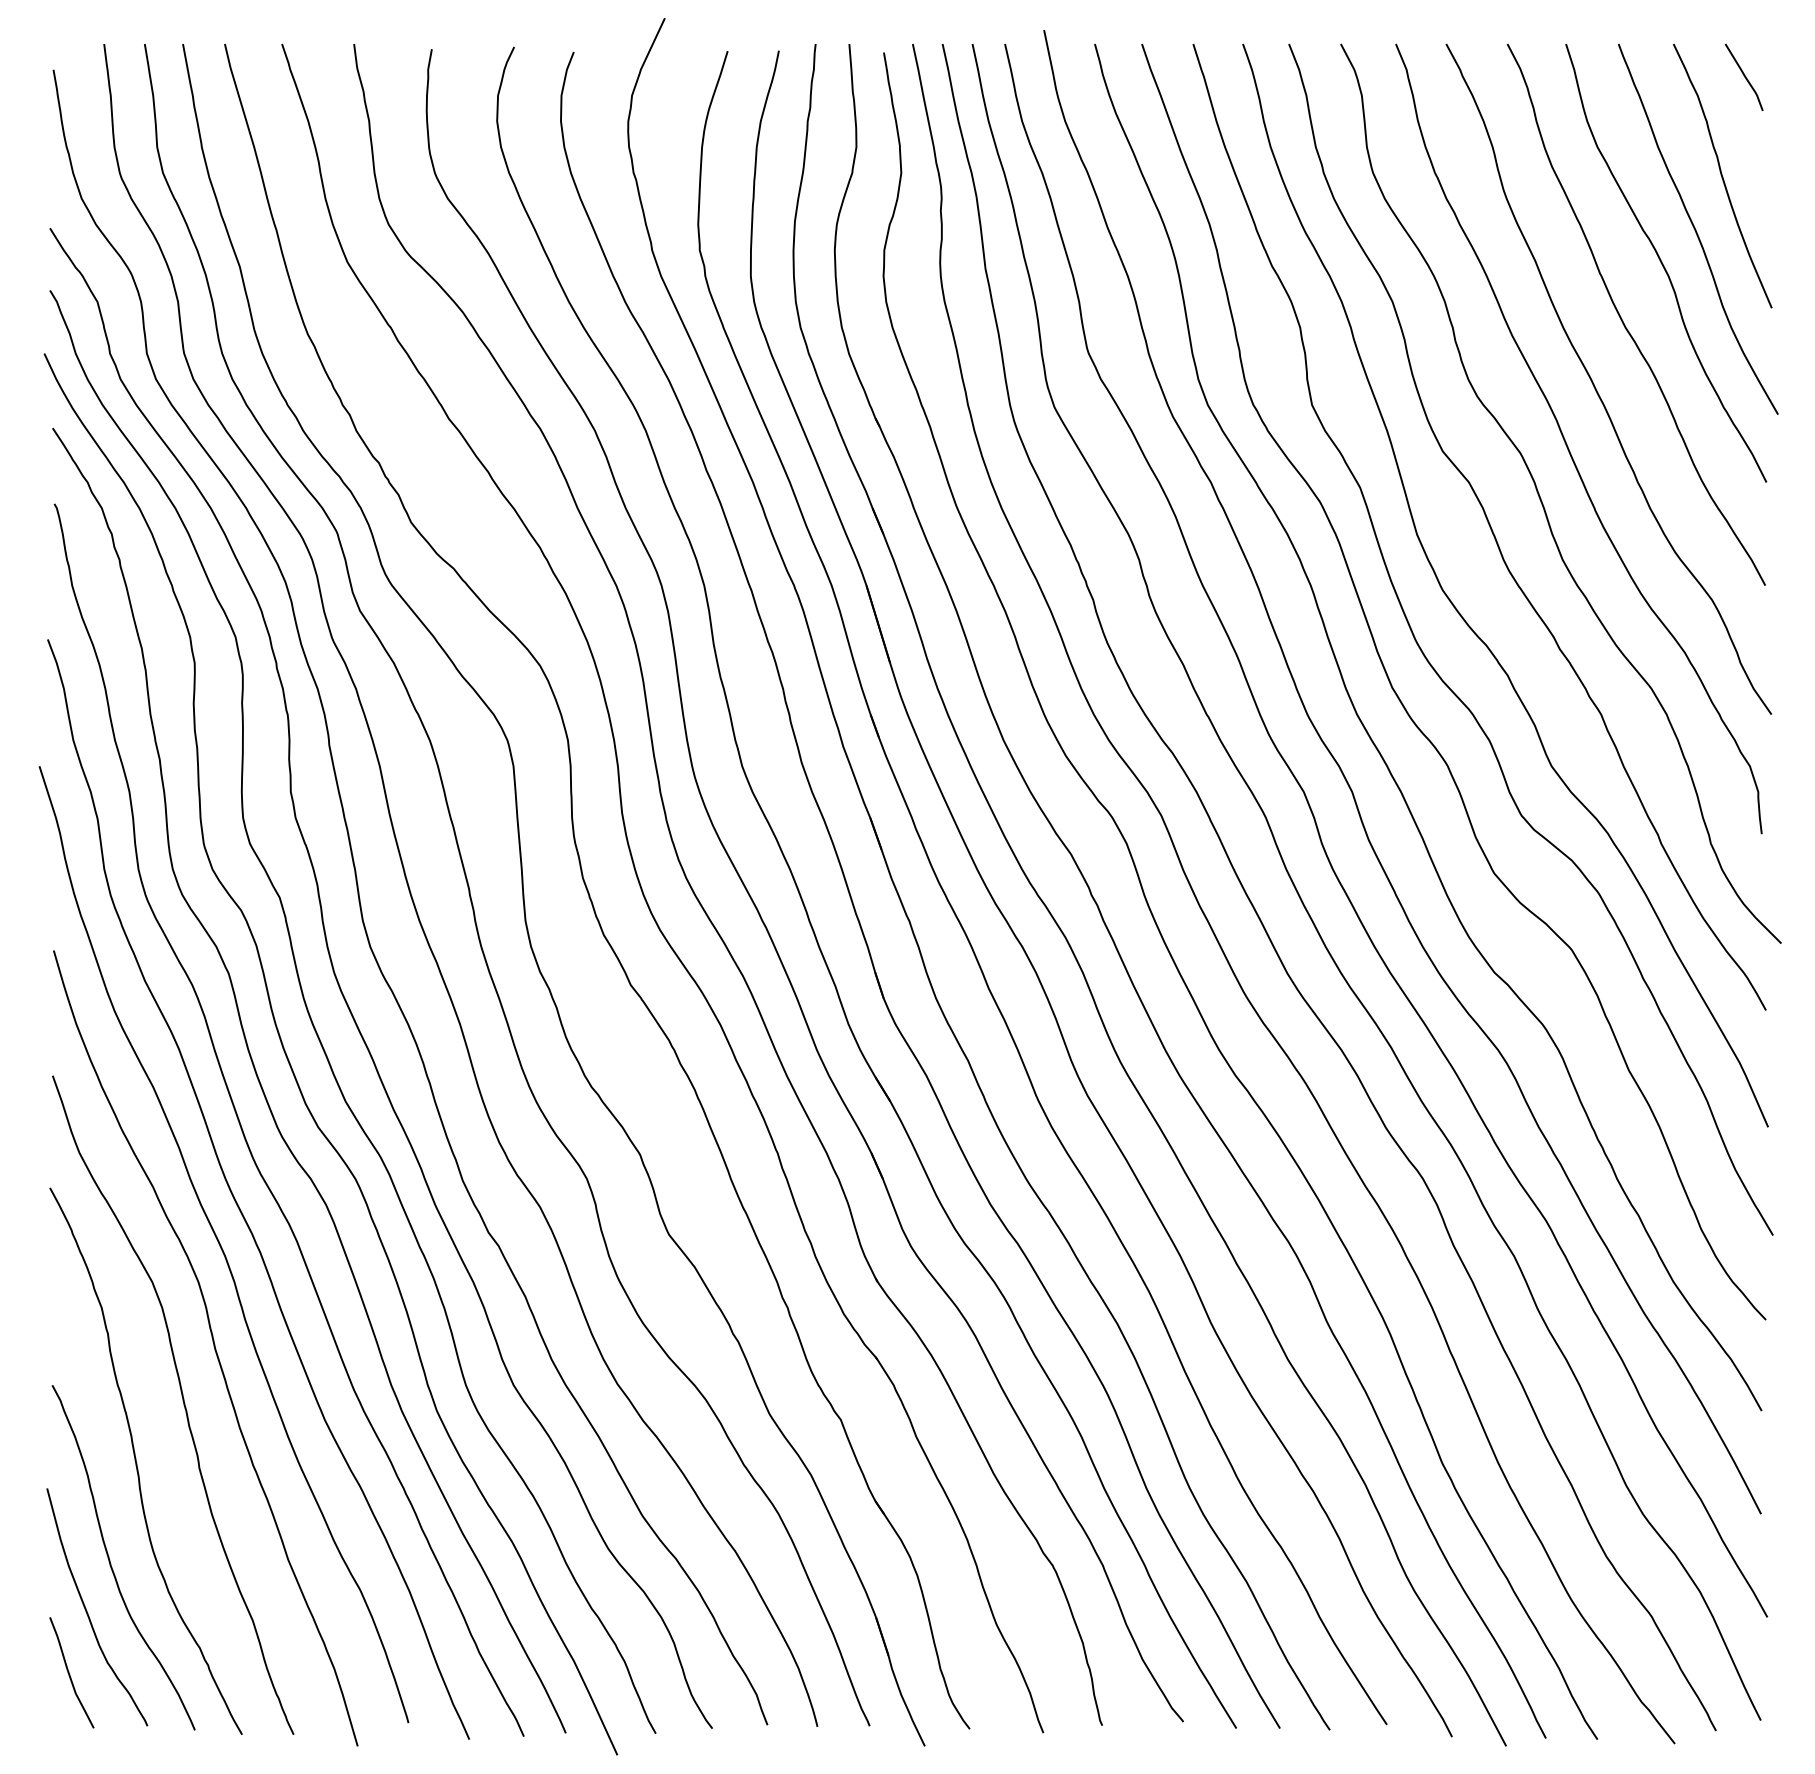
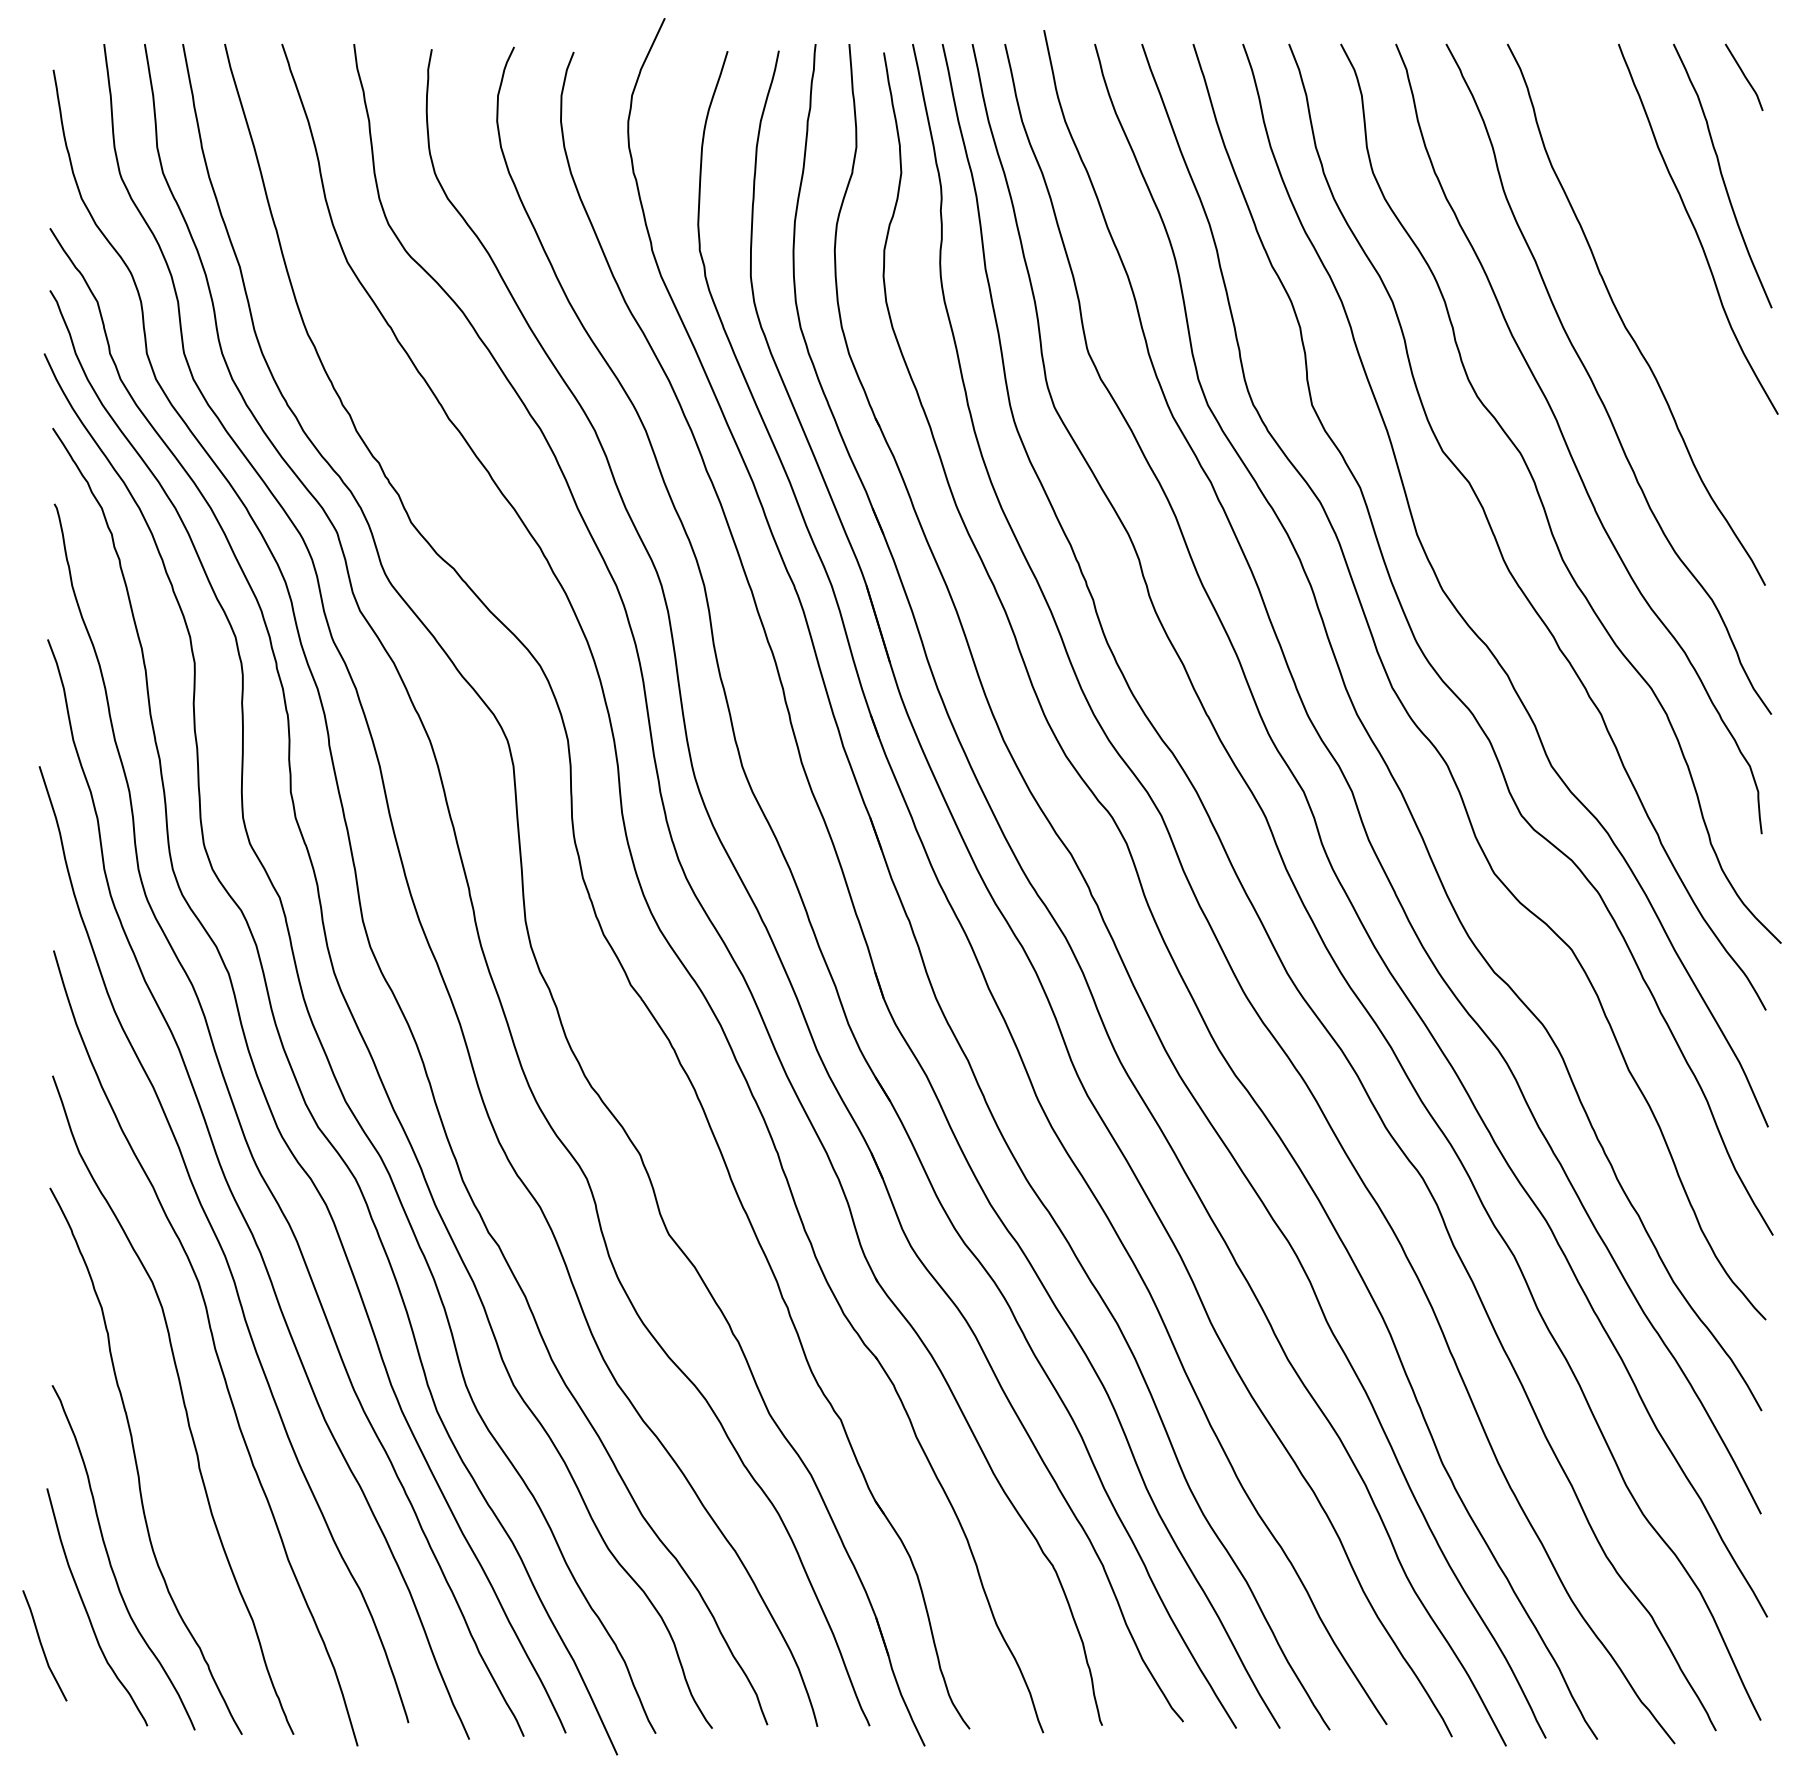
curve at (1663, 263): present -> none
curve at (69, 1672) position: (69, 1672) -> (42, 1645)
